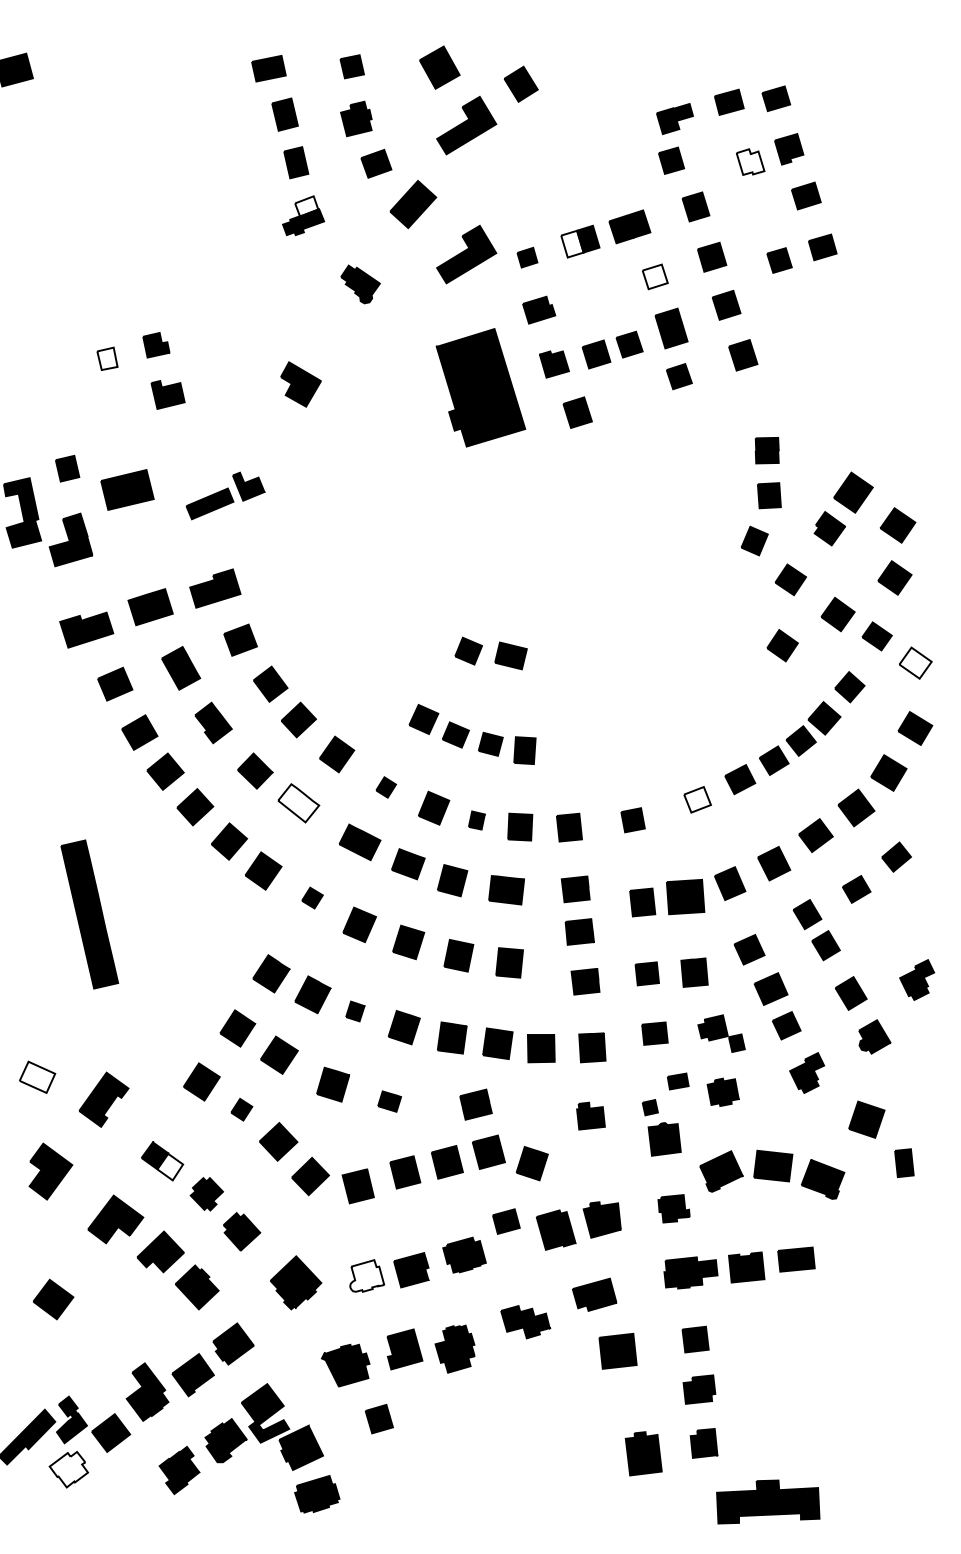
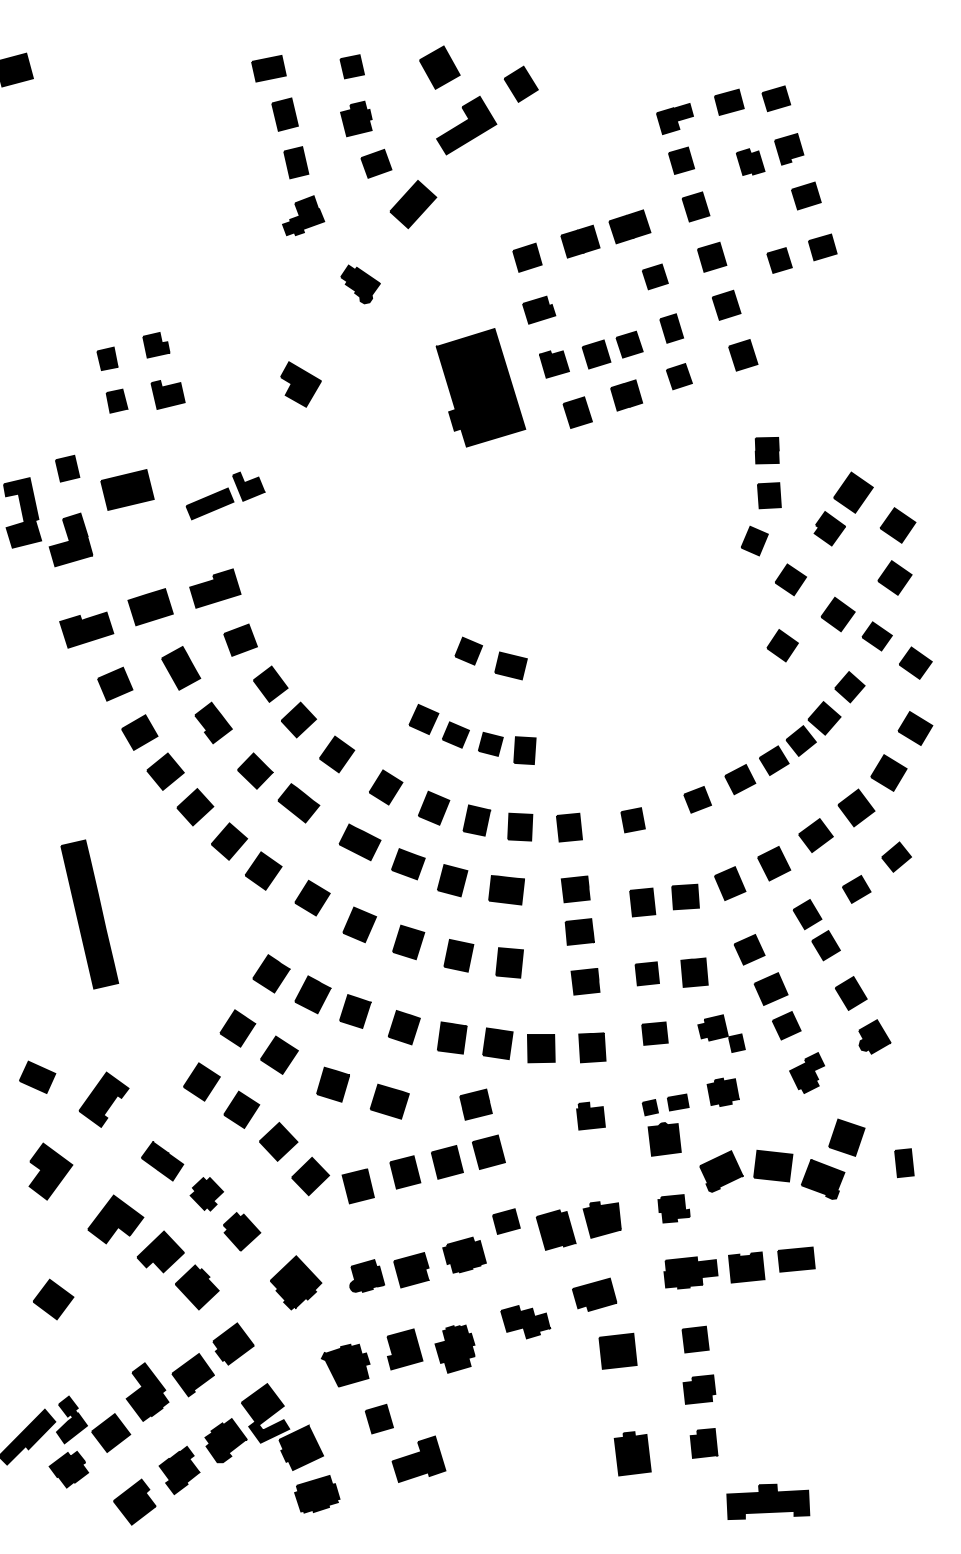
part at (671, 160) position: (671, 160) -> (681, 160)
fill at (750, 161): none -> present
fill at (306, 206): none -> present
fill at (572, 243): none -> present
part at (466, 254): present -> none
part at (527, 257) size: 23x23 px -> 31x31 px
fill at (654, 276): none -> present
part at (671, 328) size: 35x43 px -> 26x31 px
fill at (107, 358): none -> present
part at (626, 395): none -> present
part at (116, 400): none -> present
part at (510, 655) position: (510, 655) -> (510, 665)
fill at (915, 662): none -> present
part at (385, 787) size: 22x23 px -> 35x37 px
fill at (697, 799): none -> present
fill at (298, 803): none -> present
part at (476, 820) size: 18x21 px -> 30x33 px
part at (312, 897) size: 23x24 px -> 37x38 px
part at (685, 897) size: 40x37 px -> 29x28 px
part at (917, 979): present -> none
part at (355, 1011) size: 21x23 px -> 33x35 px
fill at (37, 1076): none -> present
part at (678, 1081) position: (678, 1081) -> (678, 1102)
part at (389, 1101) size: 26x23 px -> 41x37 px
part at (241, 1109) size: 24x24 px -> 38x39 px
part at (866, 1119) position: (866, 1119) -> (846, 1137)
part at (532, 1163): present -> none
fill at (170, 1166): none -> present
fill at (367, 1275): none -> present
part at (643, 1453) position: (643, 1453) -> (632, 1453)
part at (418, 1458): none -> present
fill at (68, 1469): none -> present
part at (134, 1501): none -> present
part at (768, 1501) size: 105x46 px -> 85x37 px
